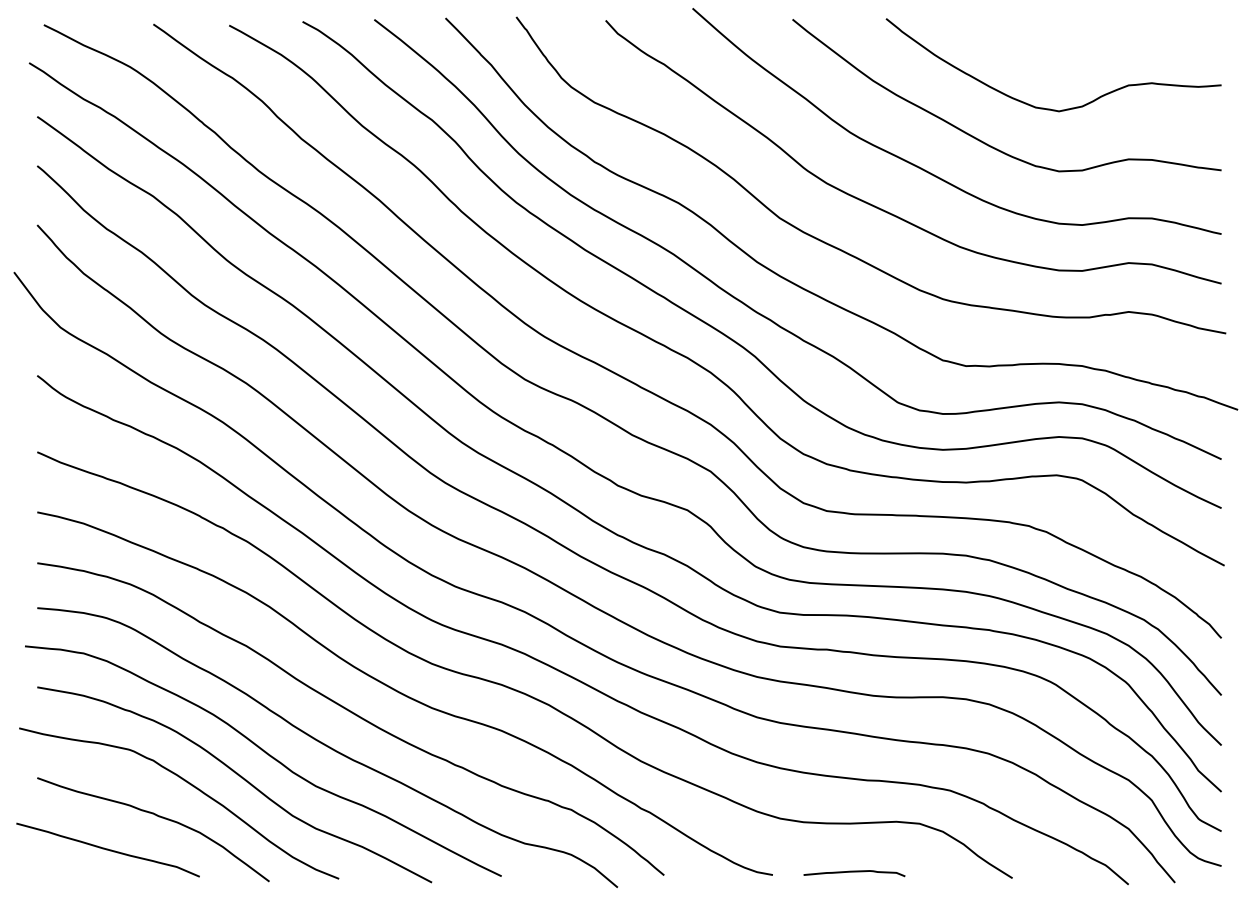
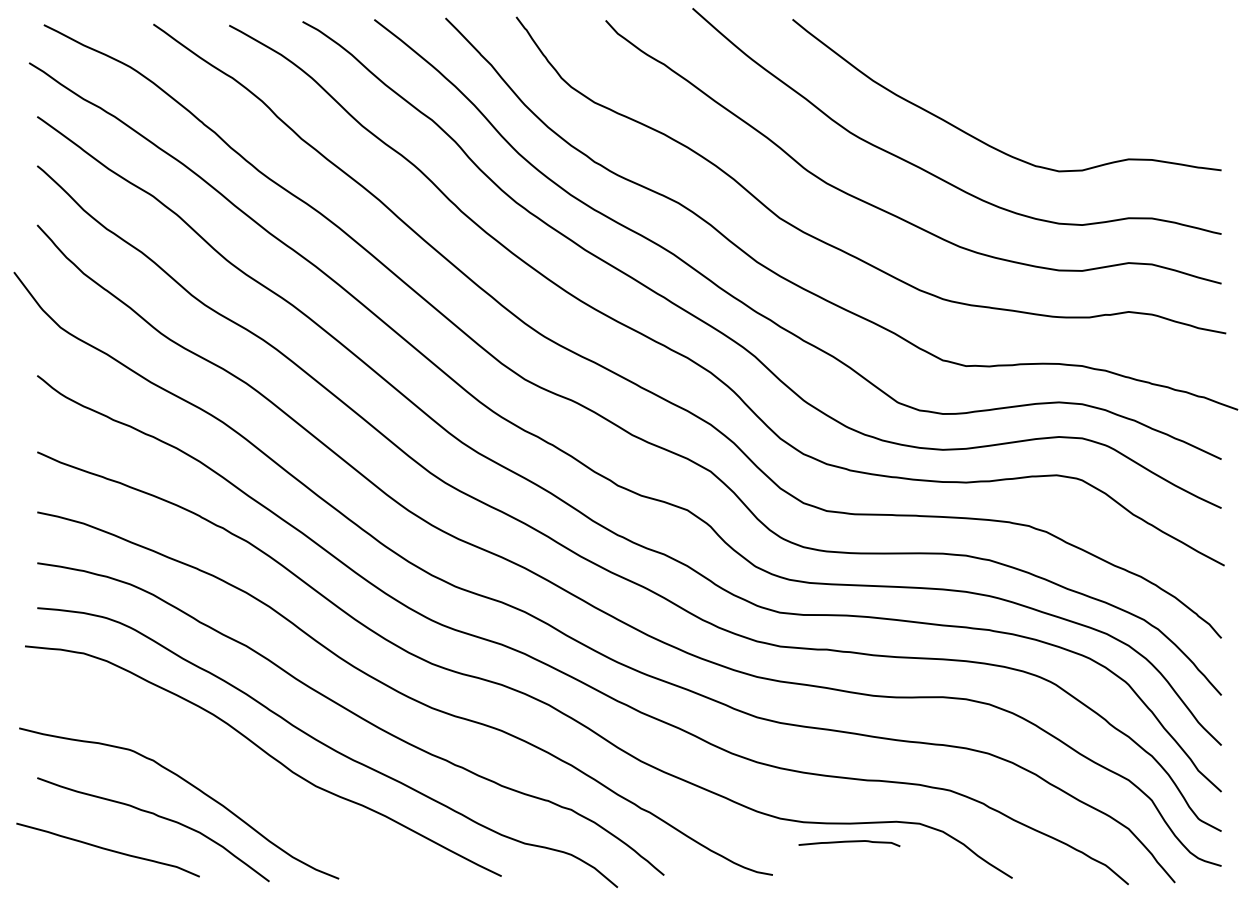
curve at (1050, 108): present -> none
curve at (240, 777): present -> none
curve at (854, 872) position: (854, 872) -> (849, 842)
